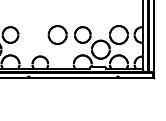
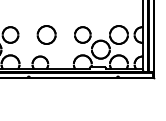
part at (57, 34) position: (57, 34) -> (46, 34)
